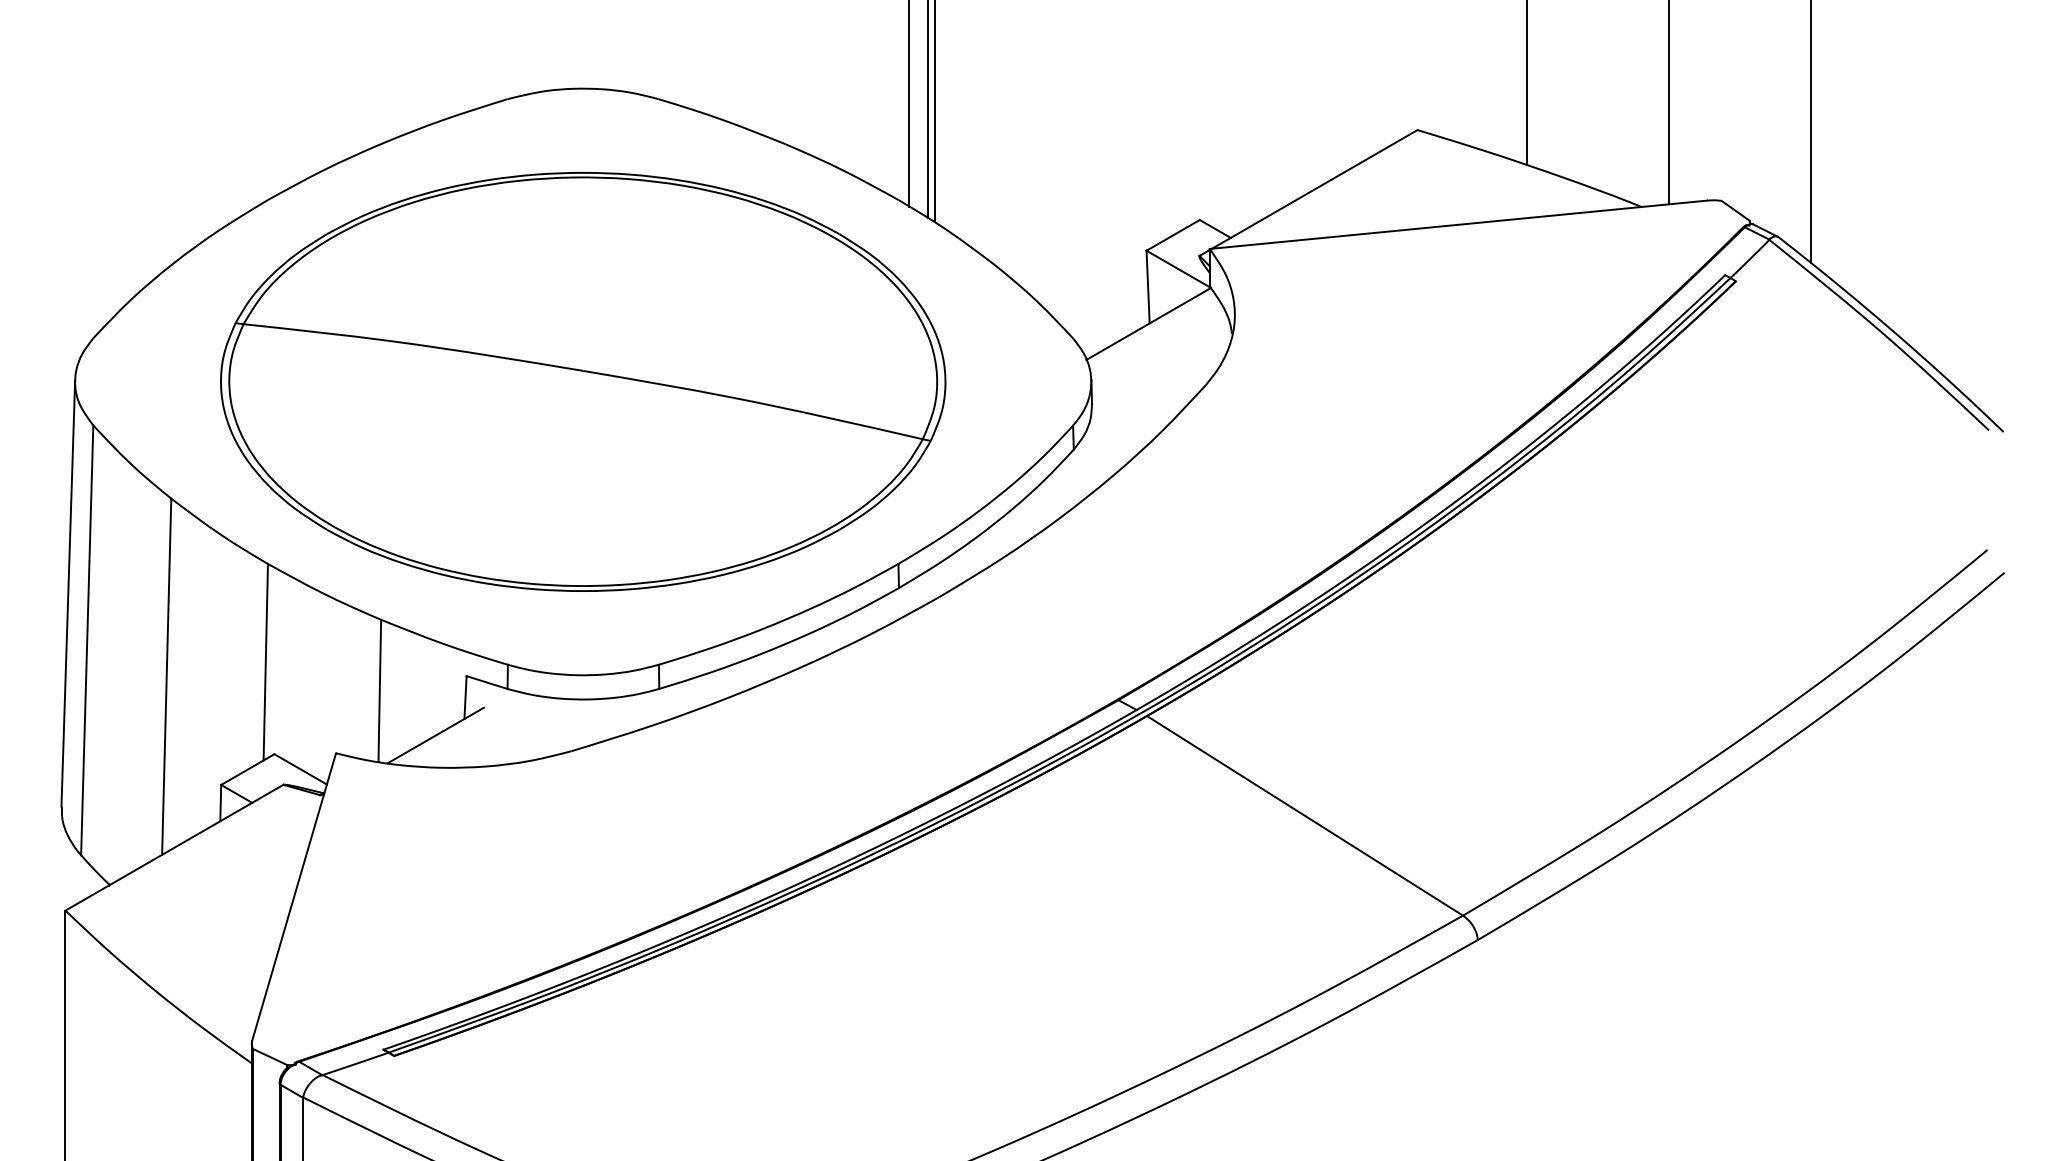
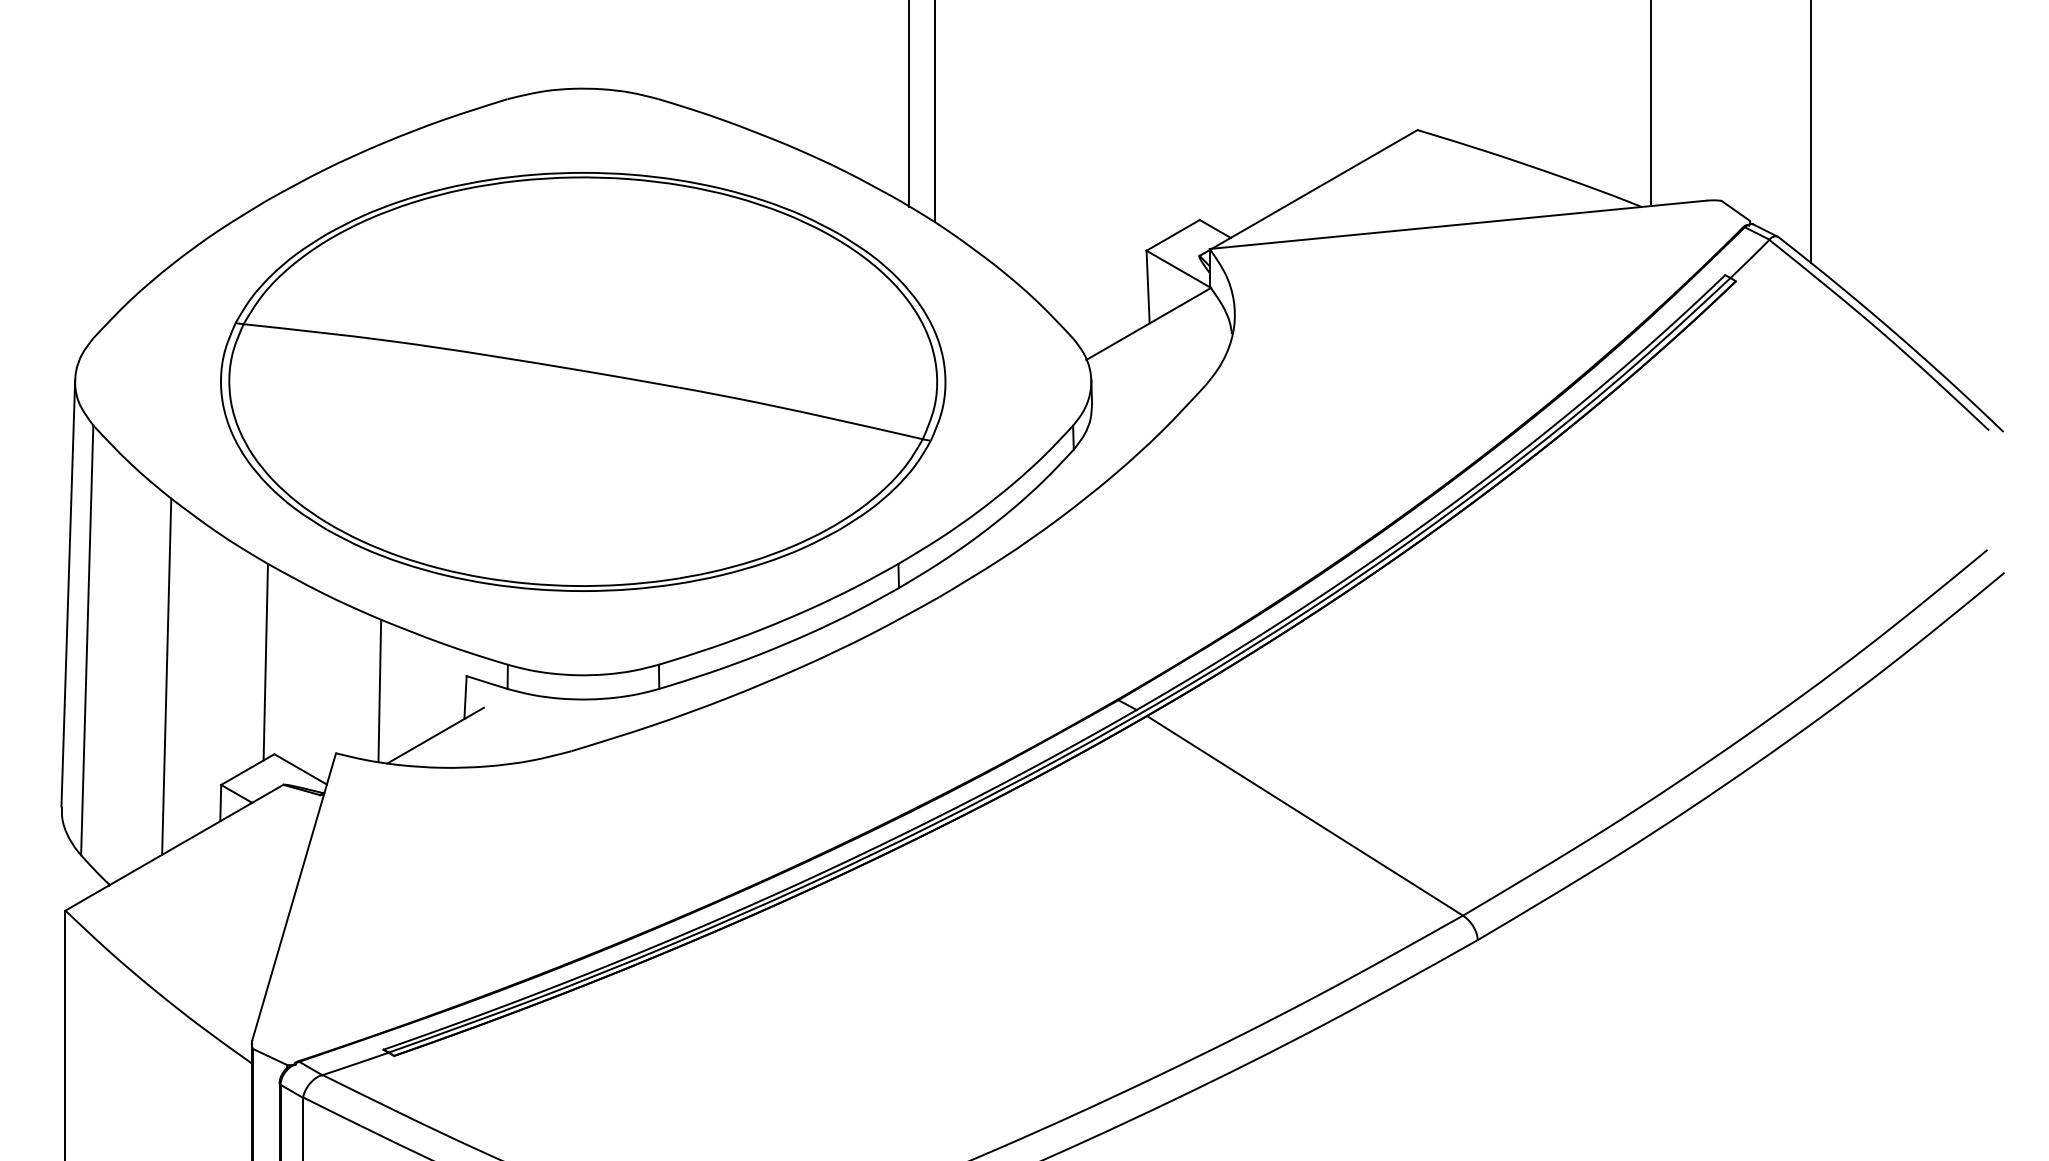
line at (1527, 83): present -> none
line at (1669, 103) position: (1669, 103) -> (1651, 103)
line at (927, 109): present -> none
